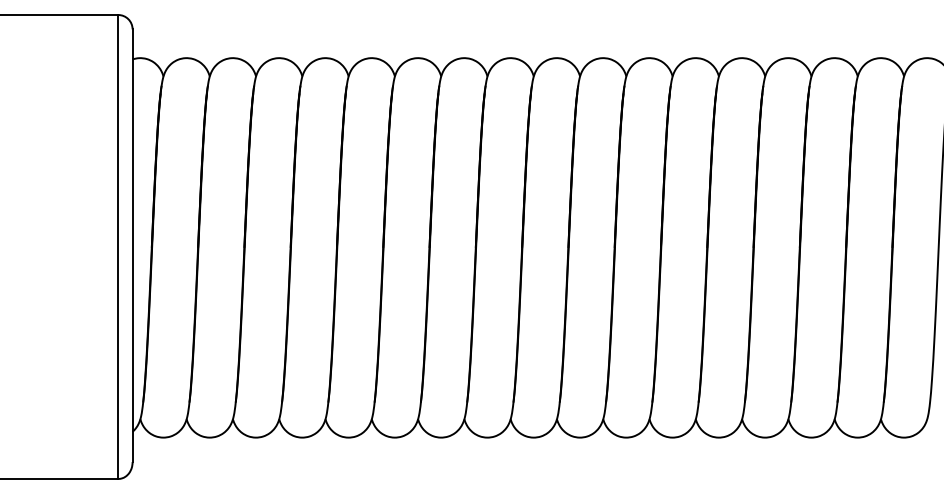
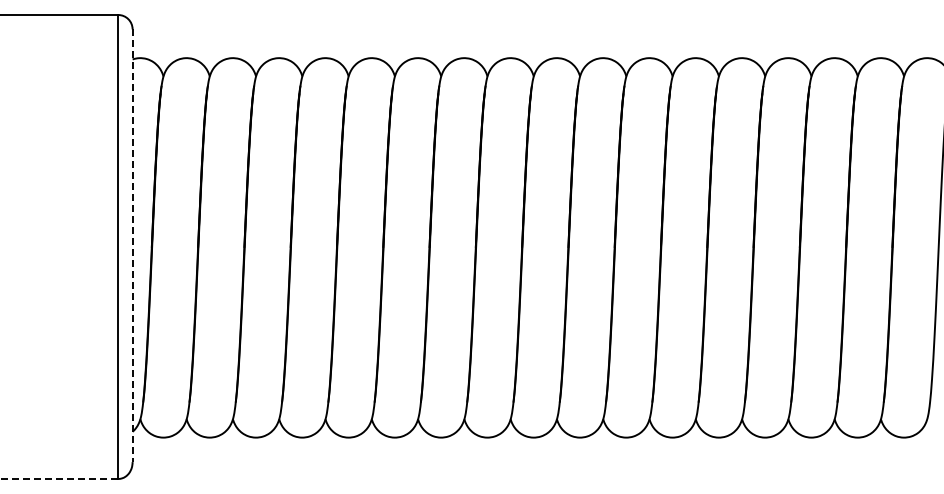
line at (132, 246): solid -> dashed
line at (59, 478): solid -> dashed
